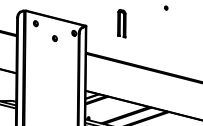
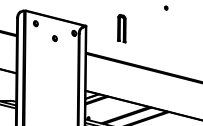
part at (121, 23) position: (121, 23) -> (121, 28)
